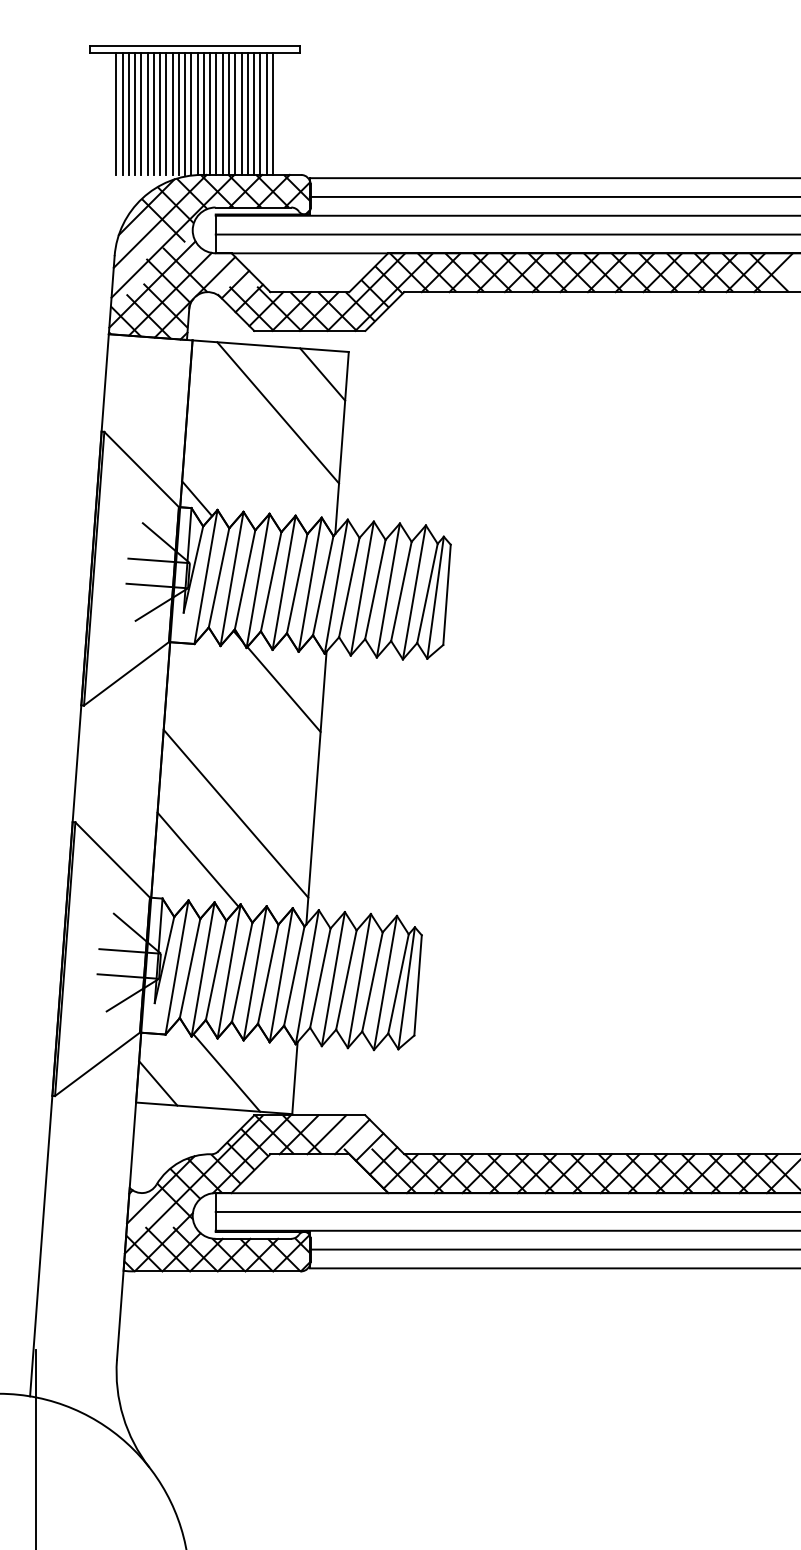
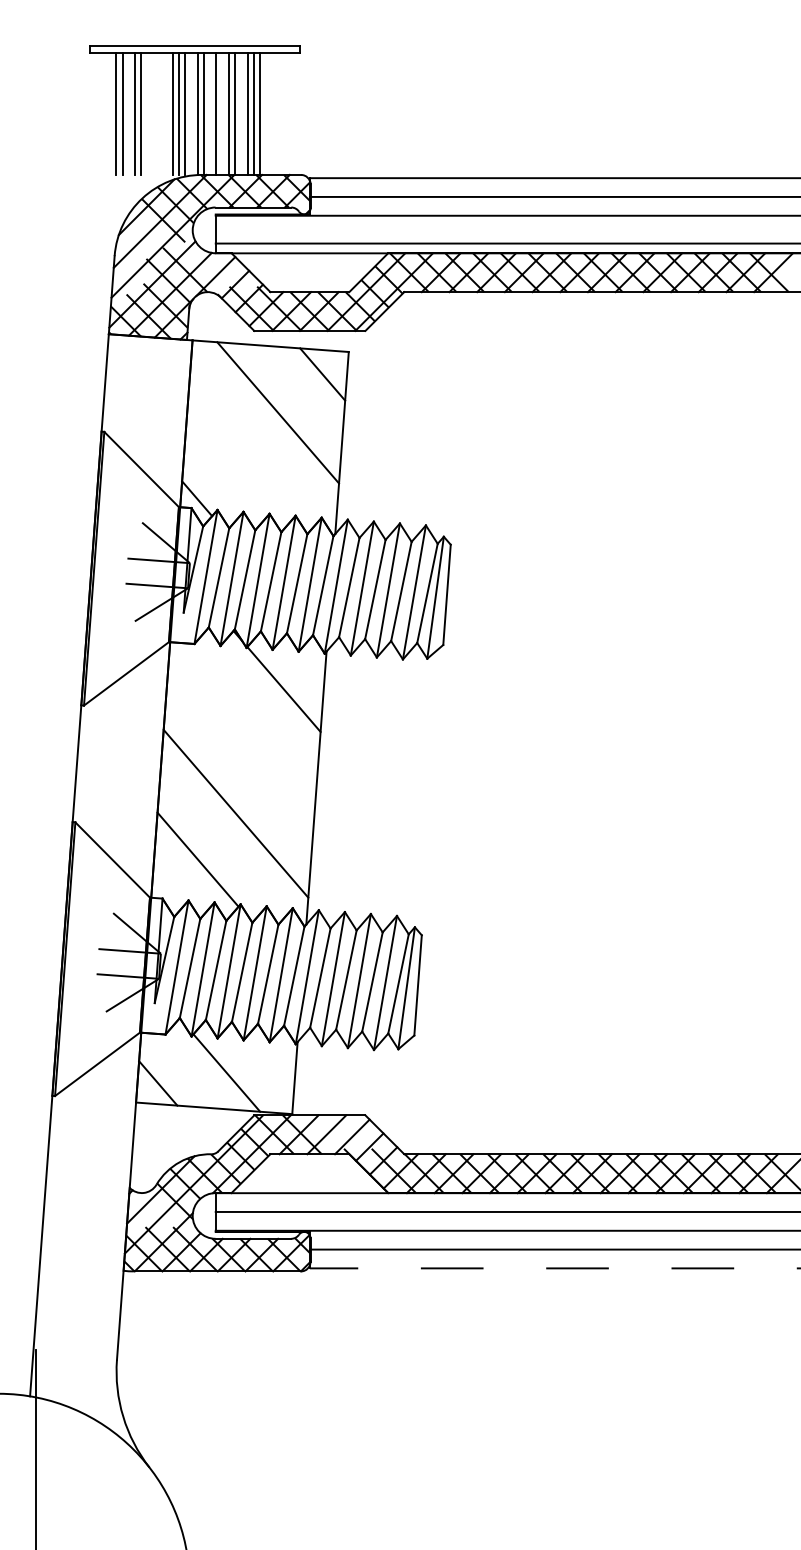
line at (128, 113): present -> none
line at (147, 113): present -> none
line at (153, 113): present -> none
line at (160, 113): present -> none
line at (166, 113): present -> none
line at (191, 113): present -> none
line at (210, 113): present -> none
line at (222, 113): present -> none
line at (241, 113): present -> none
line at (266, 113): present -> none
line at (272, 113): present -> none
line at (506, 234) position: (506, 234) -> (506, 243)
line at (554, 1268): solid -> dashed
